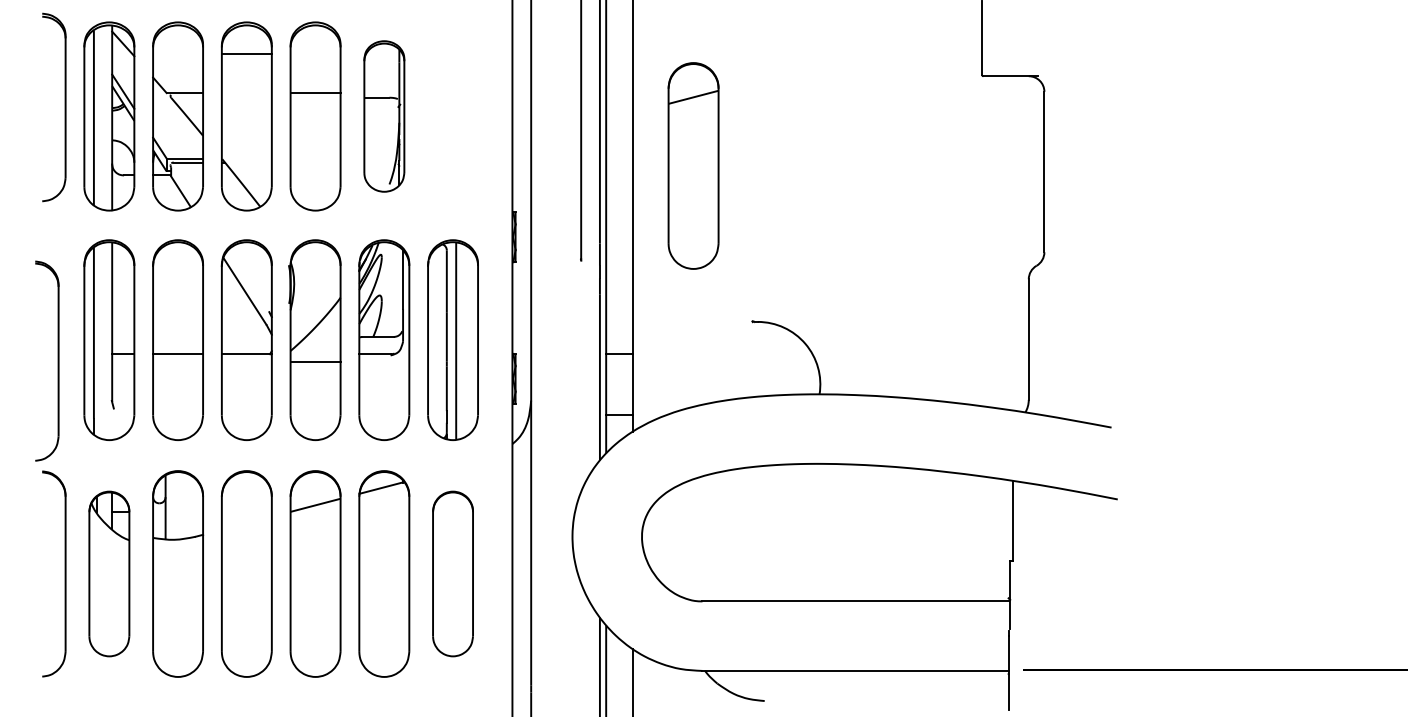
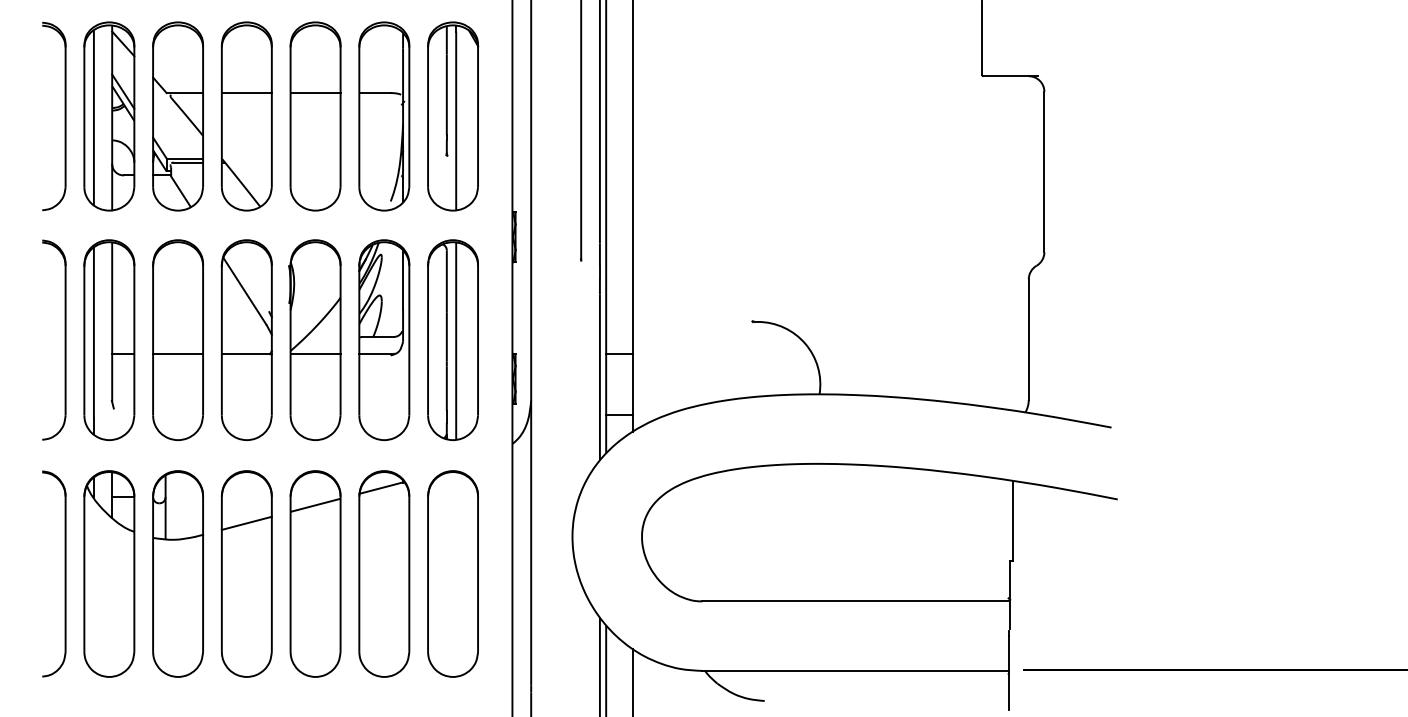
line at (246, 54) position: (246, 54) -> (246, 93)
part at (64, 107) position: (64, 107) -> (64, 116)
part at (384, 116) size: 43x153 px -> 53x191 px
part at (453, 116): none -> present
part at (693, 165): present -> none
part at (57, 360) position: (57, 360) -> (64, 339)
line at (315, 362) position: (315, 362) -> (315, 354)
line at (246, 522): none -> present
part at (109, 573) size: 43x168 px -> 53x208 px
part at (452, 573) size: 42x168 px -> 52x208 px
